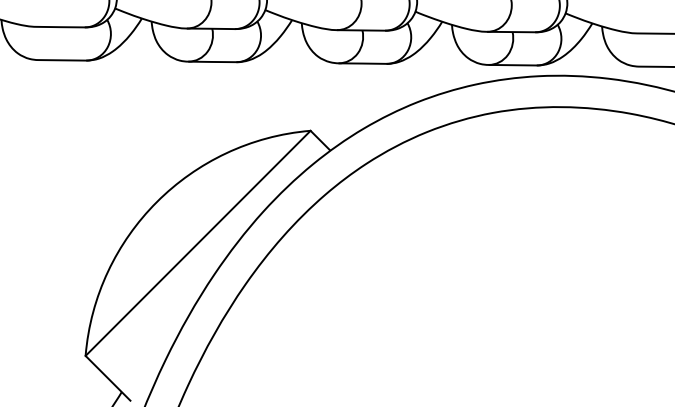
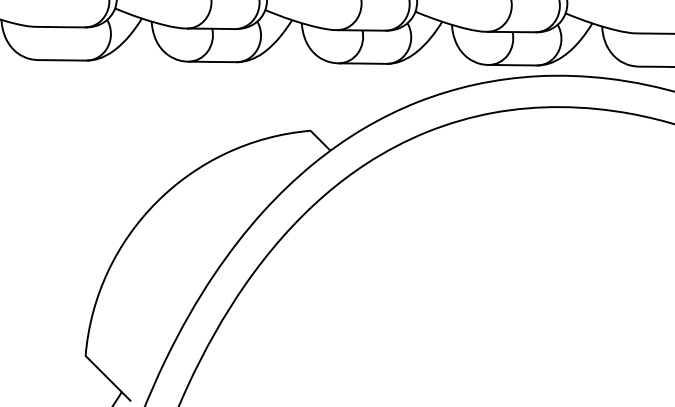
line at (197, 242): present -> none
